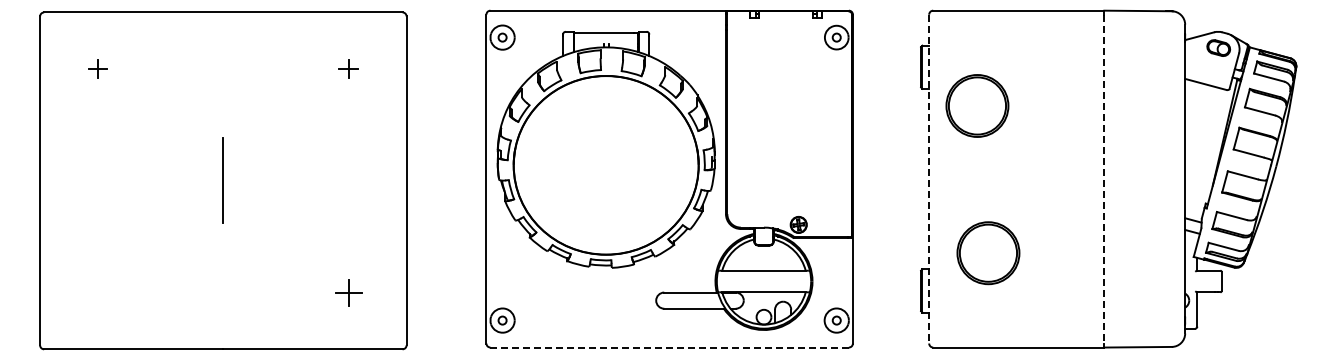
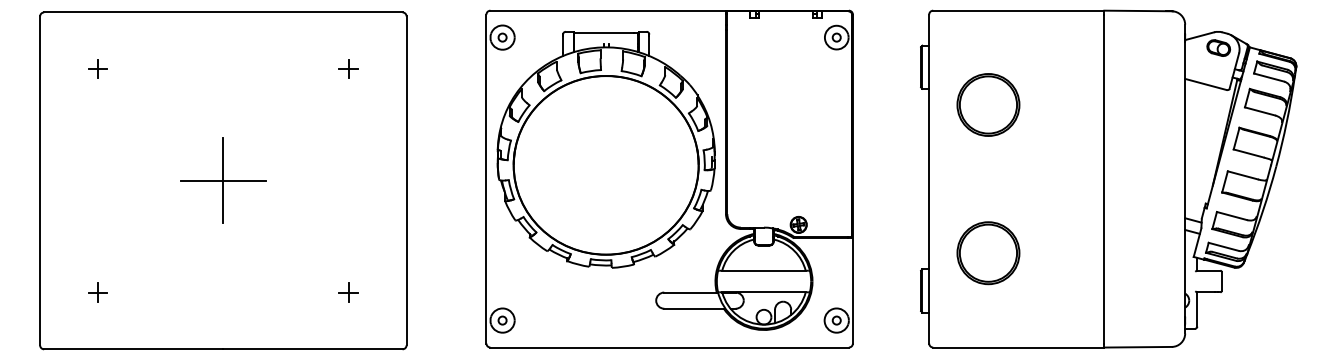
part at (977, 105) position: (977, 105) -> (988, 104)
line at (929, 179): dashed -> solid
line at (1104, 179): dashed -> solid
line at (222, 180): none -> present
part at (97, 292): none -> present
part at (348, 292) size: 28x28 px -> 21x21 px
line at (670, 347): dashed -> solid
